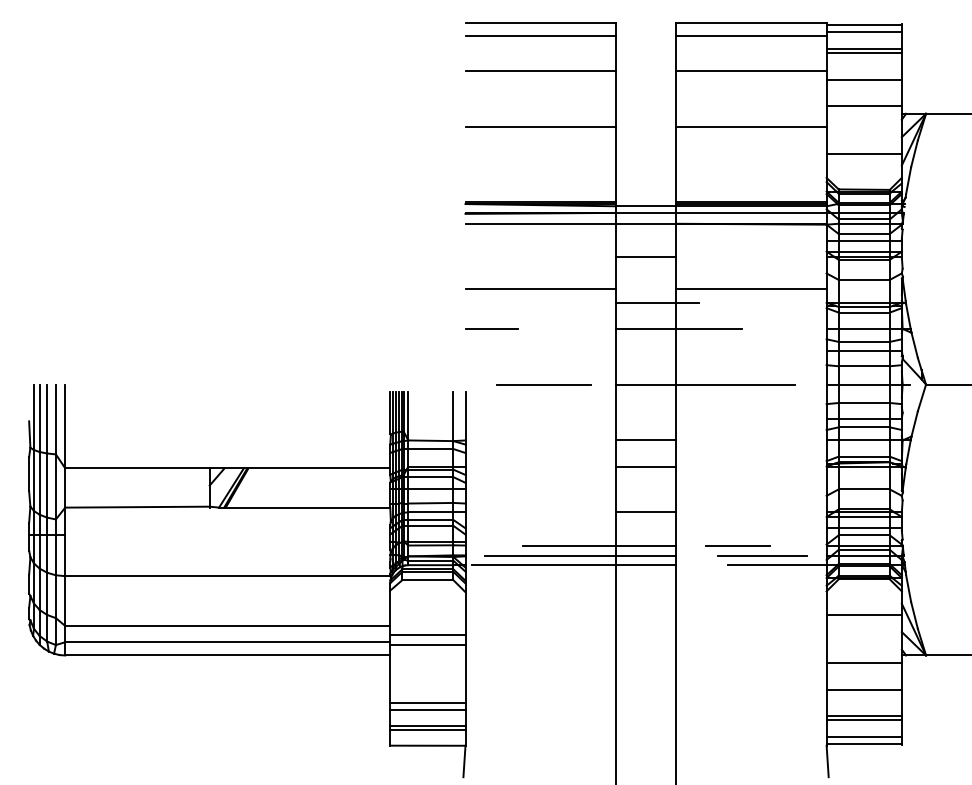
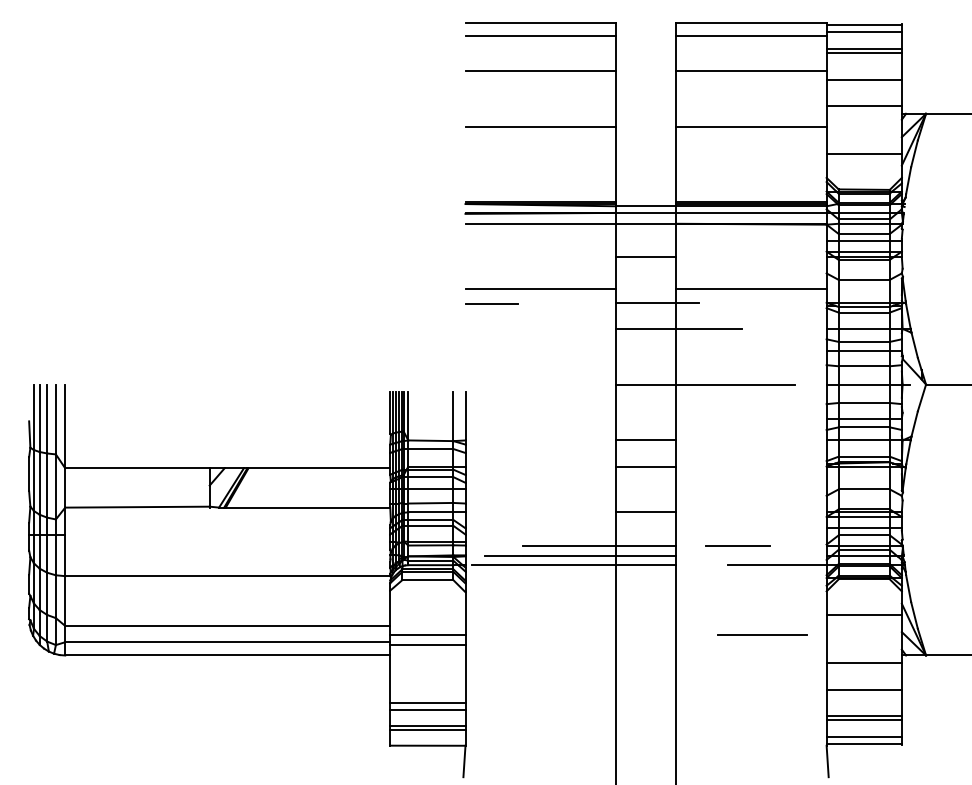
line at (491, 328) position: (491, 328) -> (491, 303)
line at (543, 384): present -> none
line at (762, 555) position: (762, 555) -> (762, 634)
